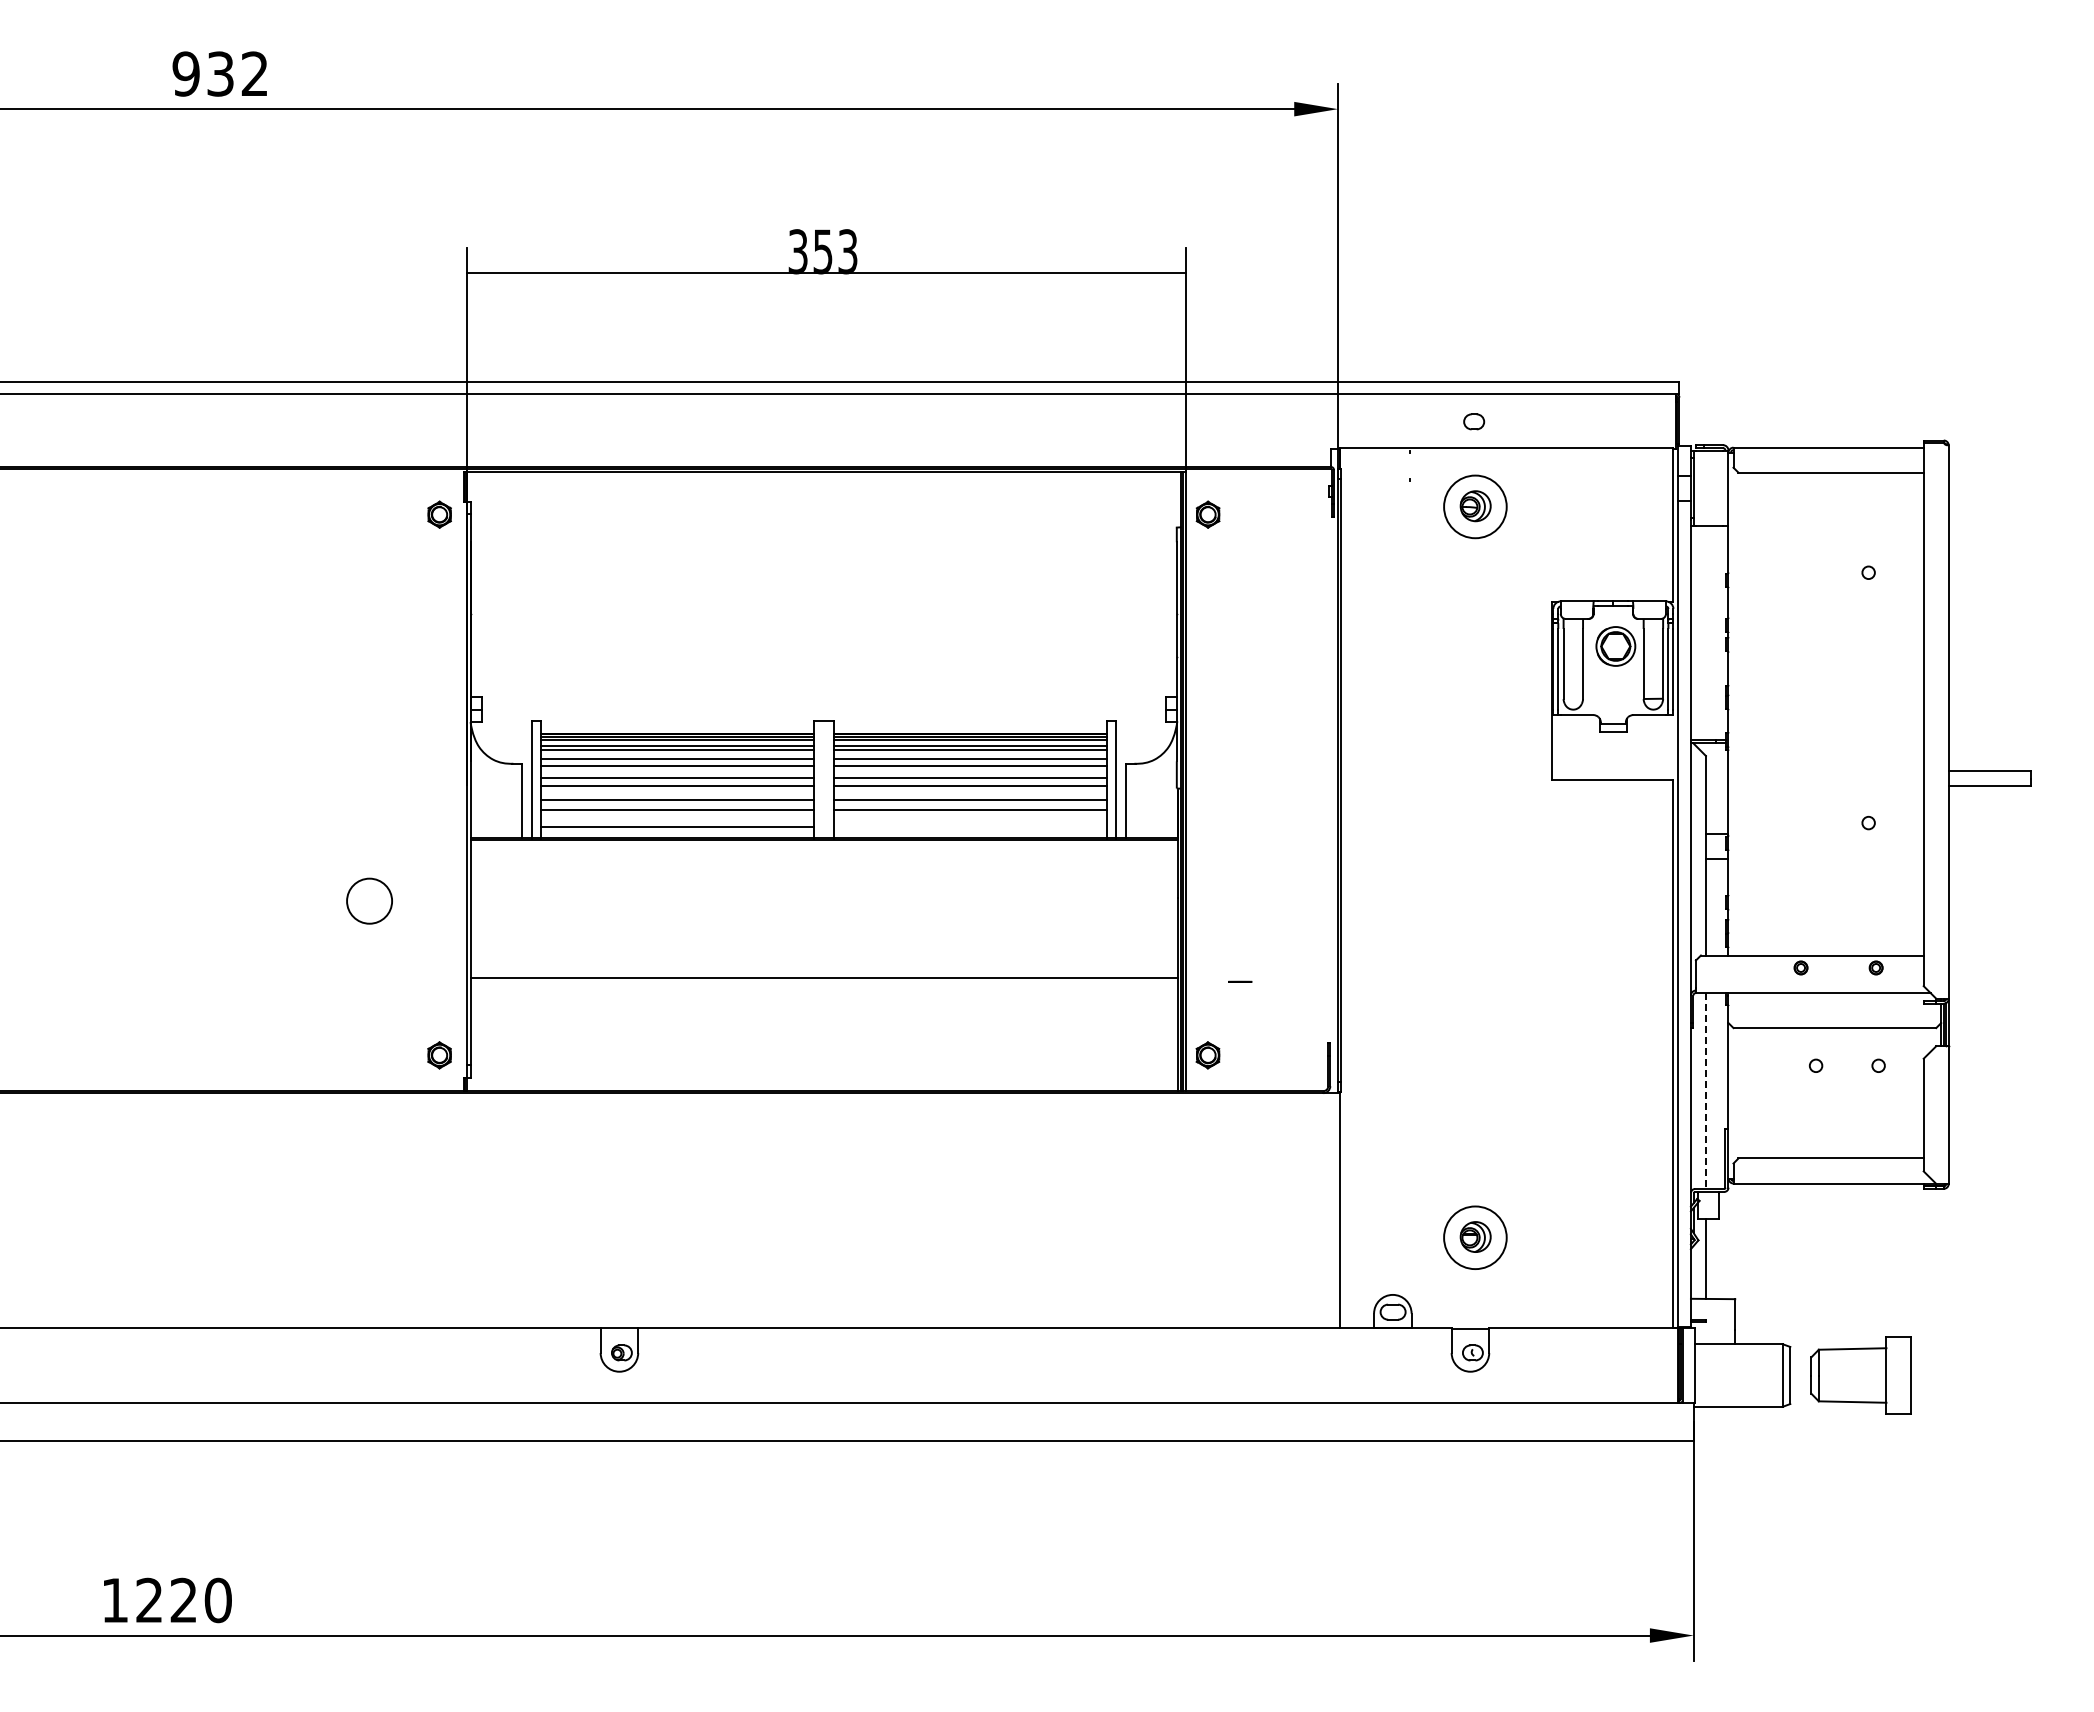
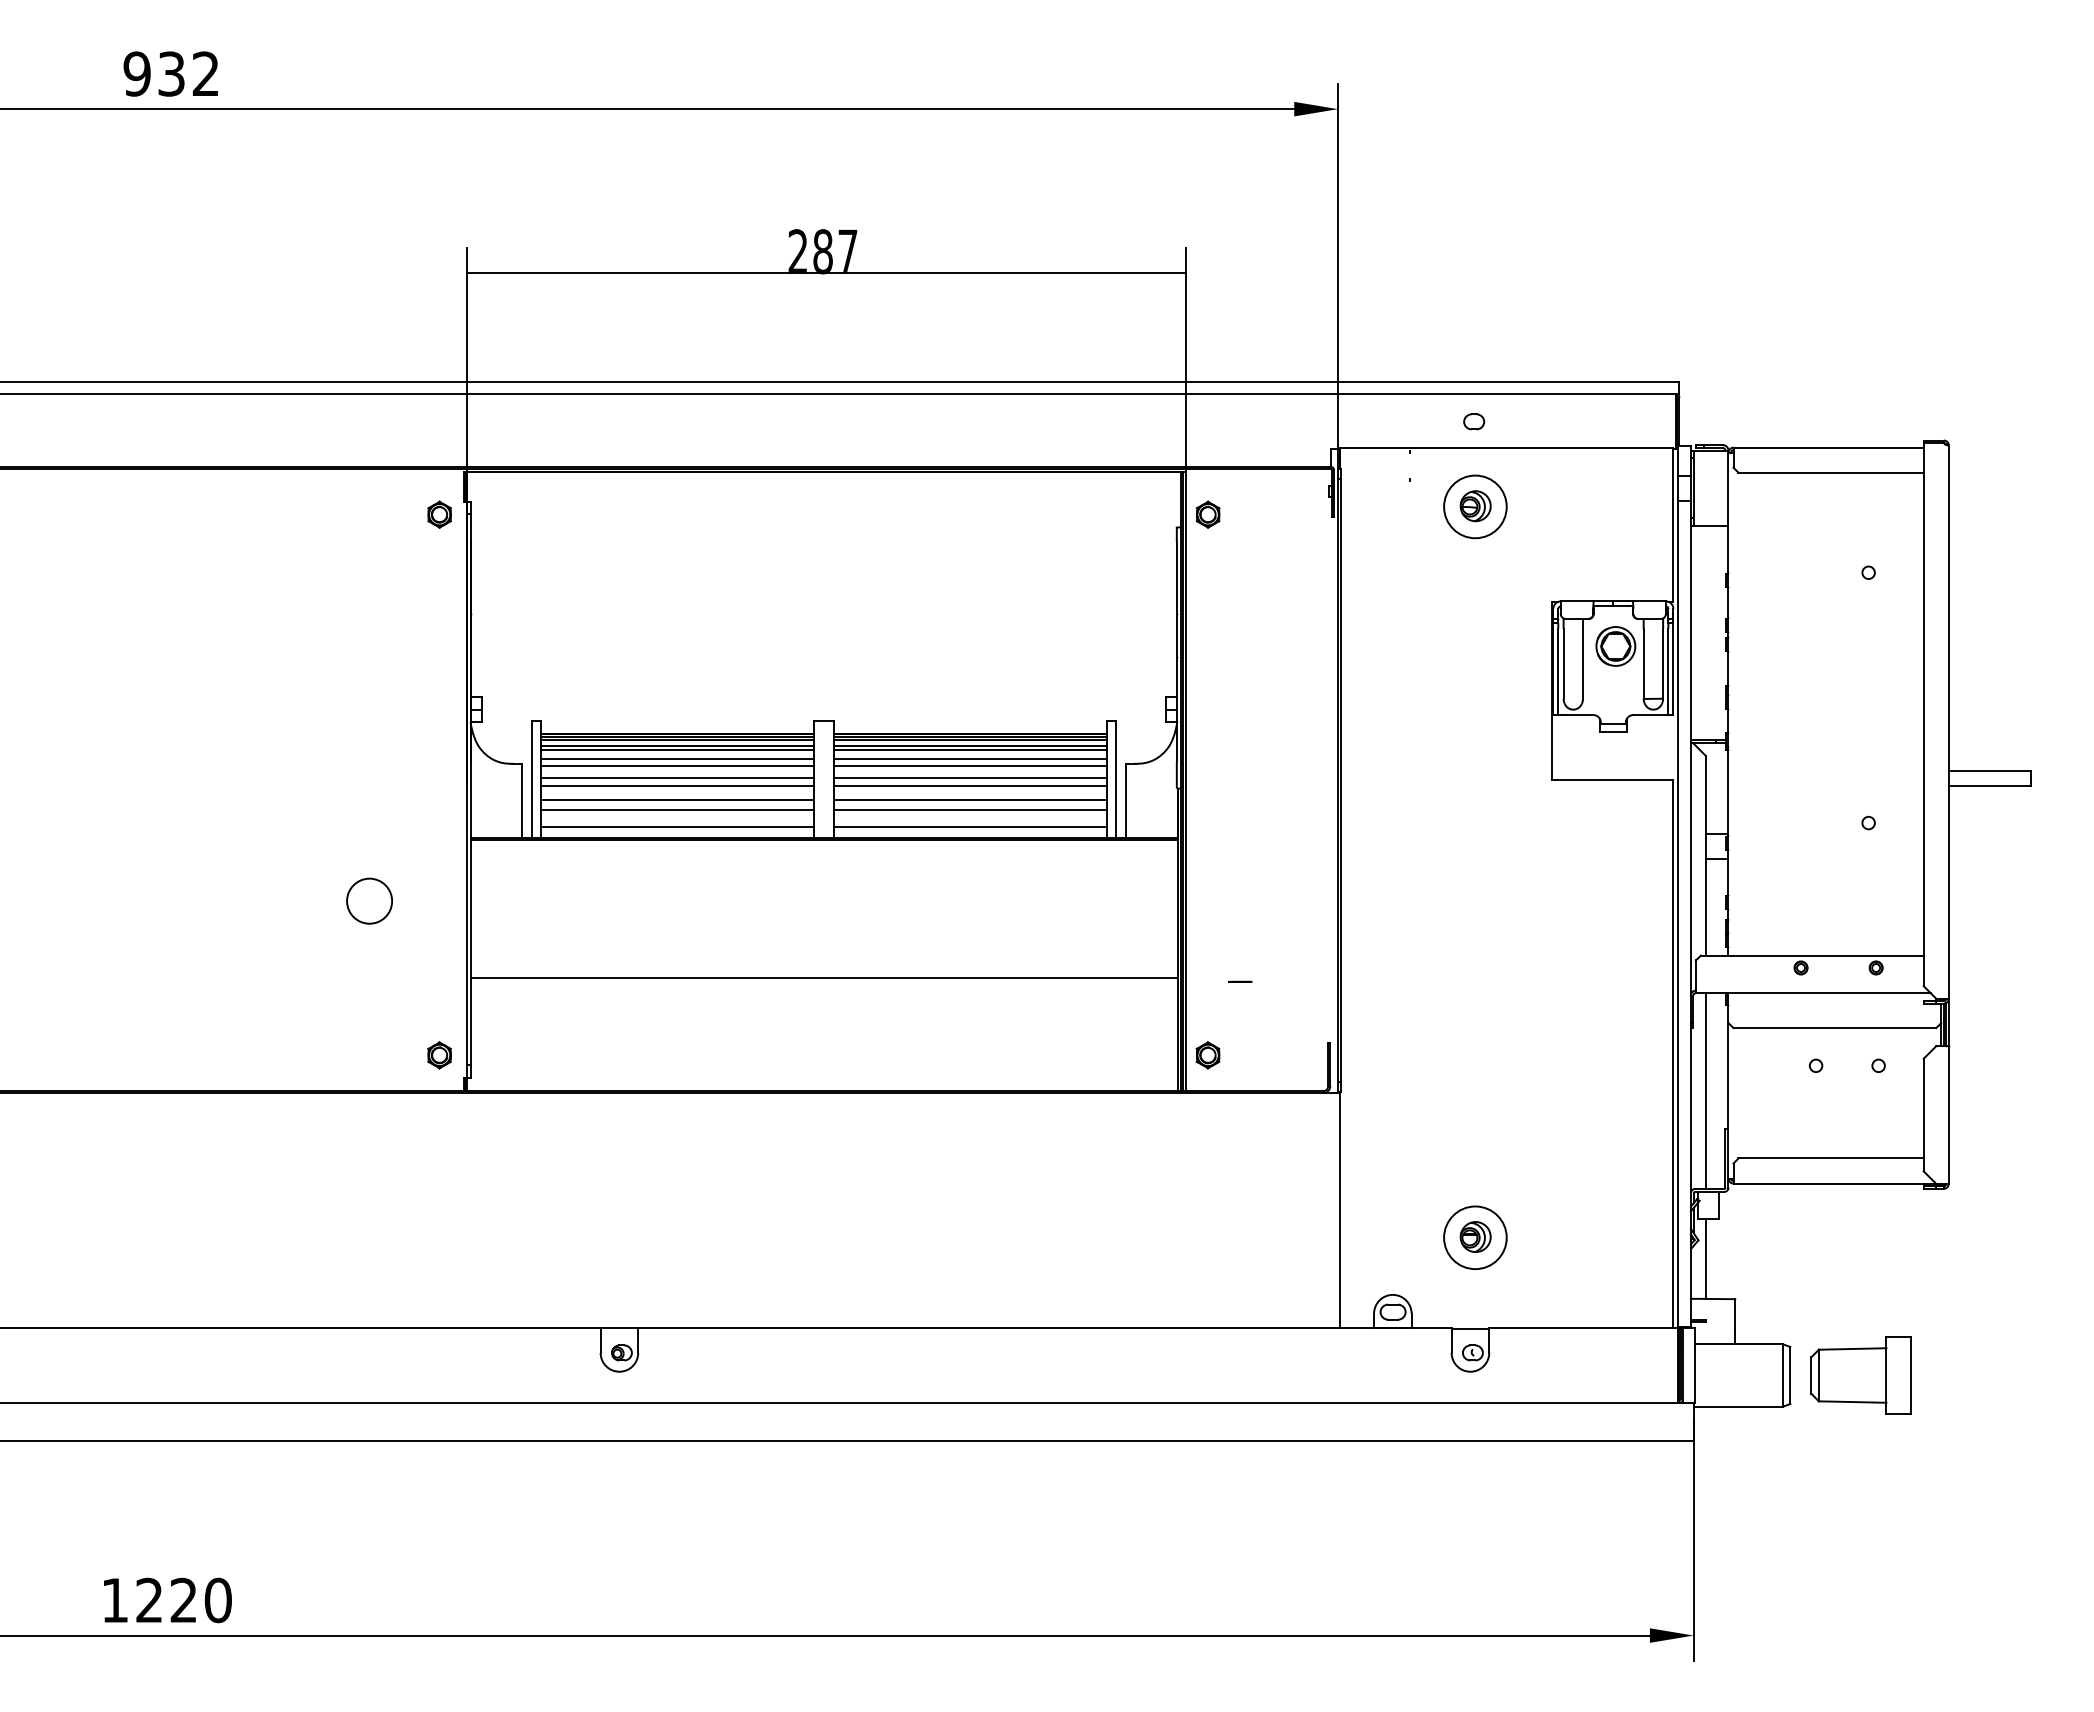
text at (219, 73) position: (219, 73) -> (170, 73)
text at (822, 251): 353 -> 287
line at (970, 827): none -> present
line at (1705, 1090): dashed -> solid
